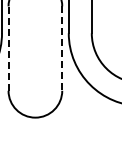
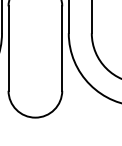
line at (8, 48): dashed -> solid
line at (62, 49): dashed -> solid
